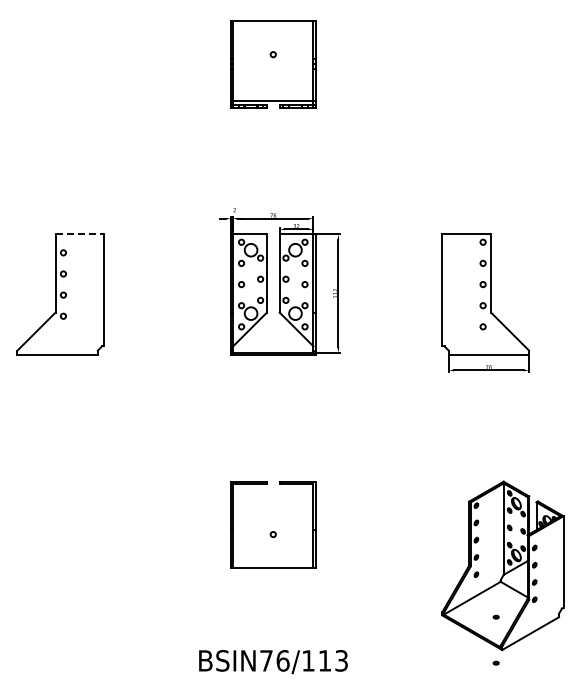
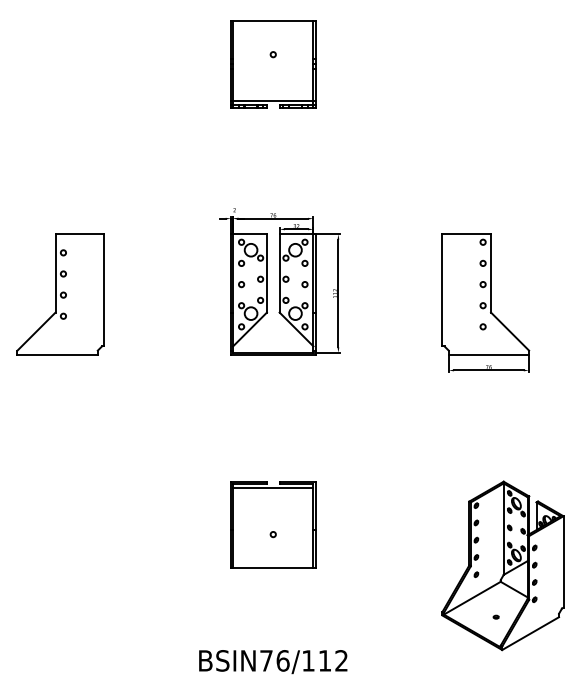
line at (80, 234): dashed -> solid
line at (273, 488): none -> present
text at (341, 660): BSIN76/113 -> BSIN76/112
part at (495, 662): present -> none
